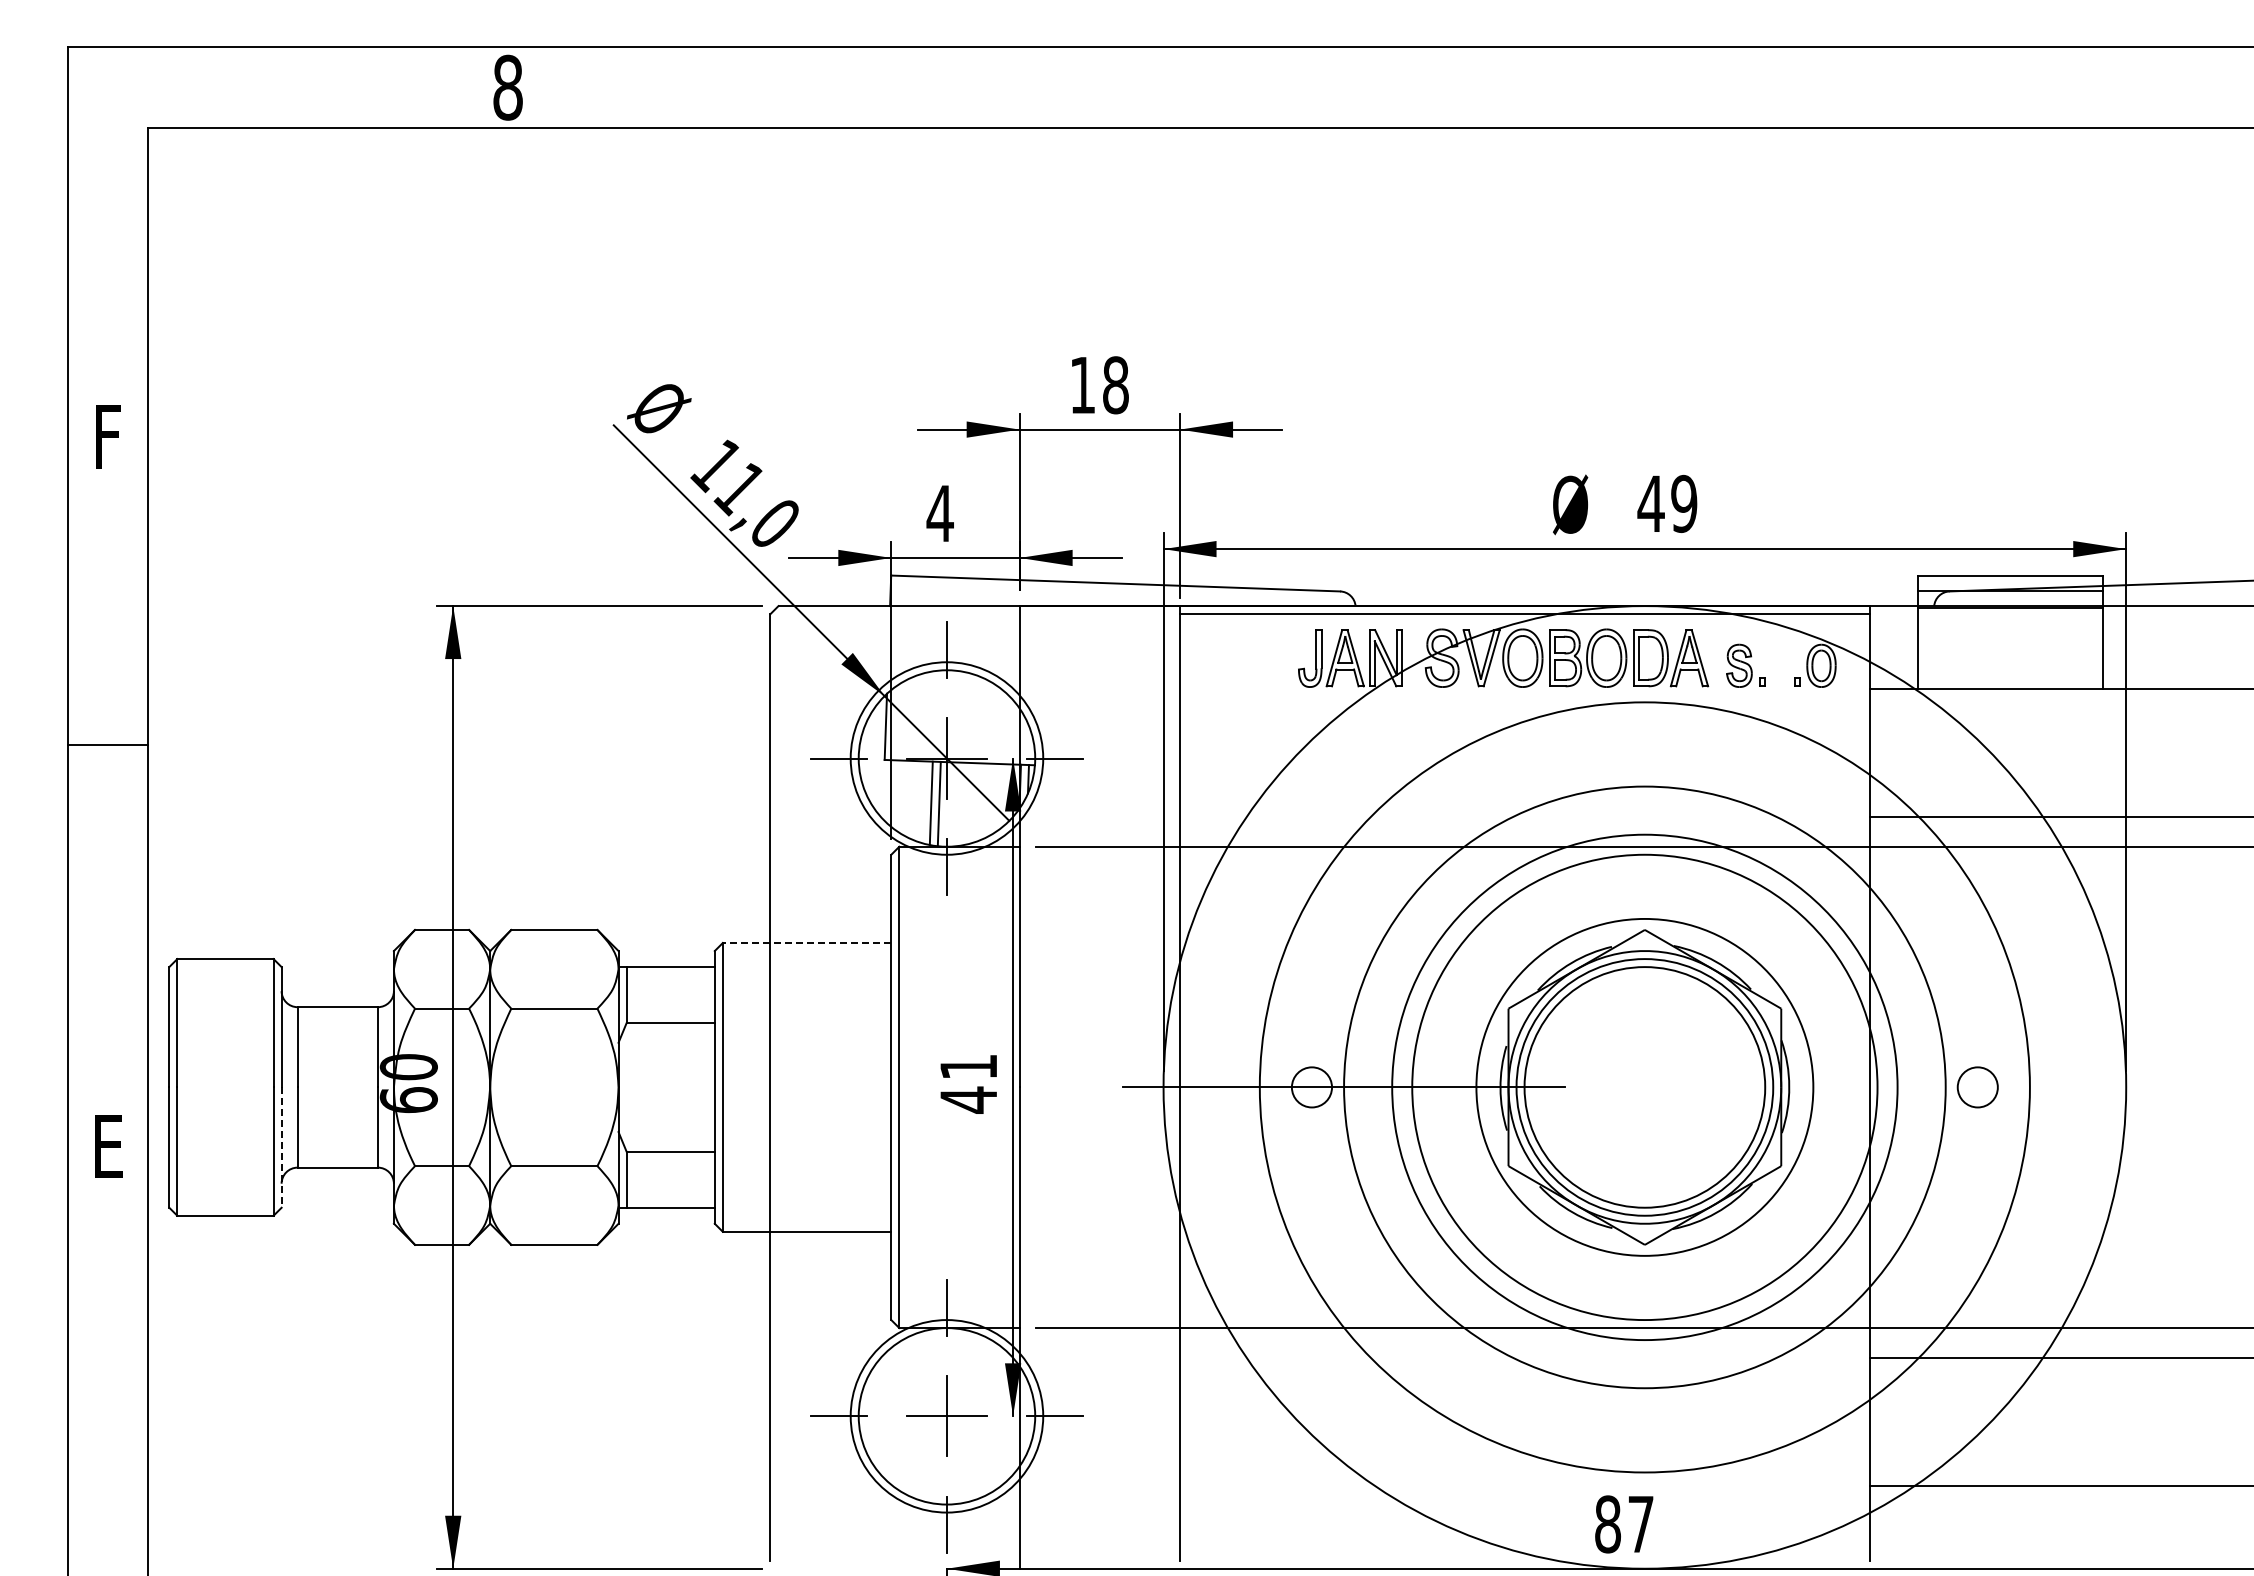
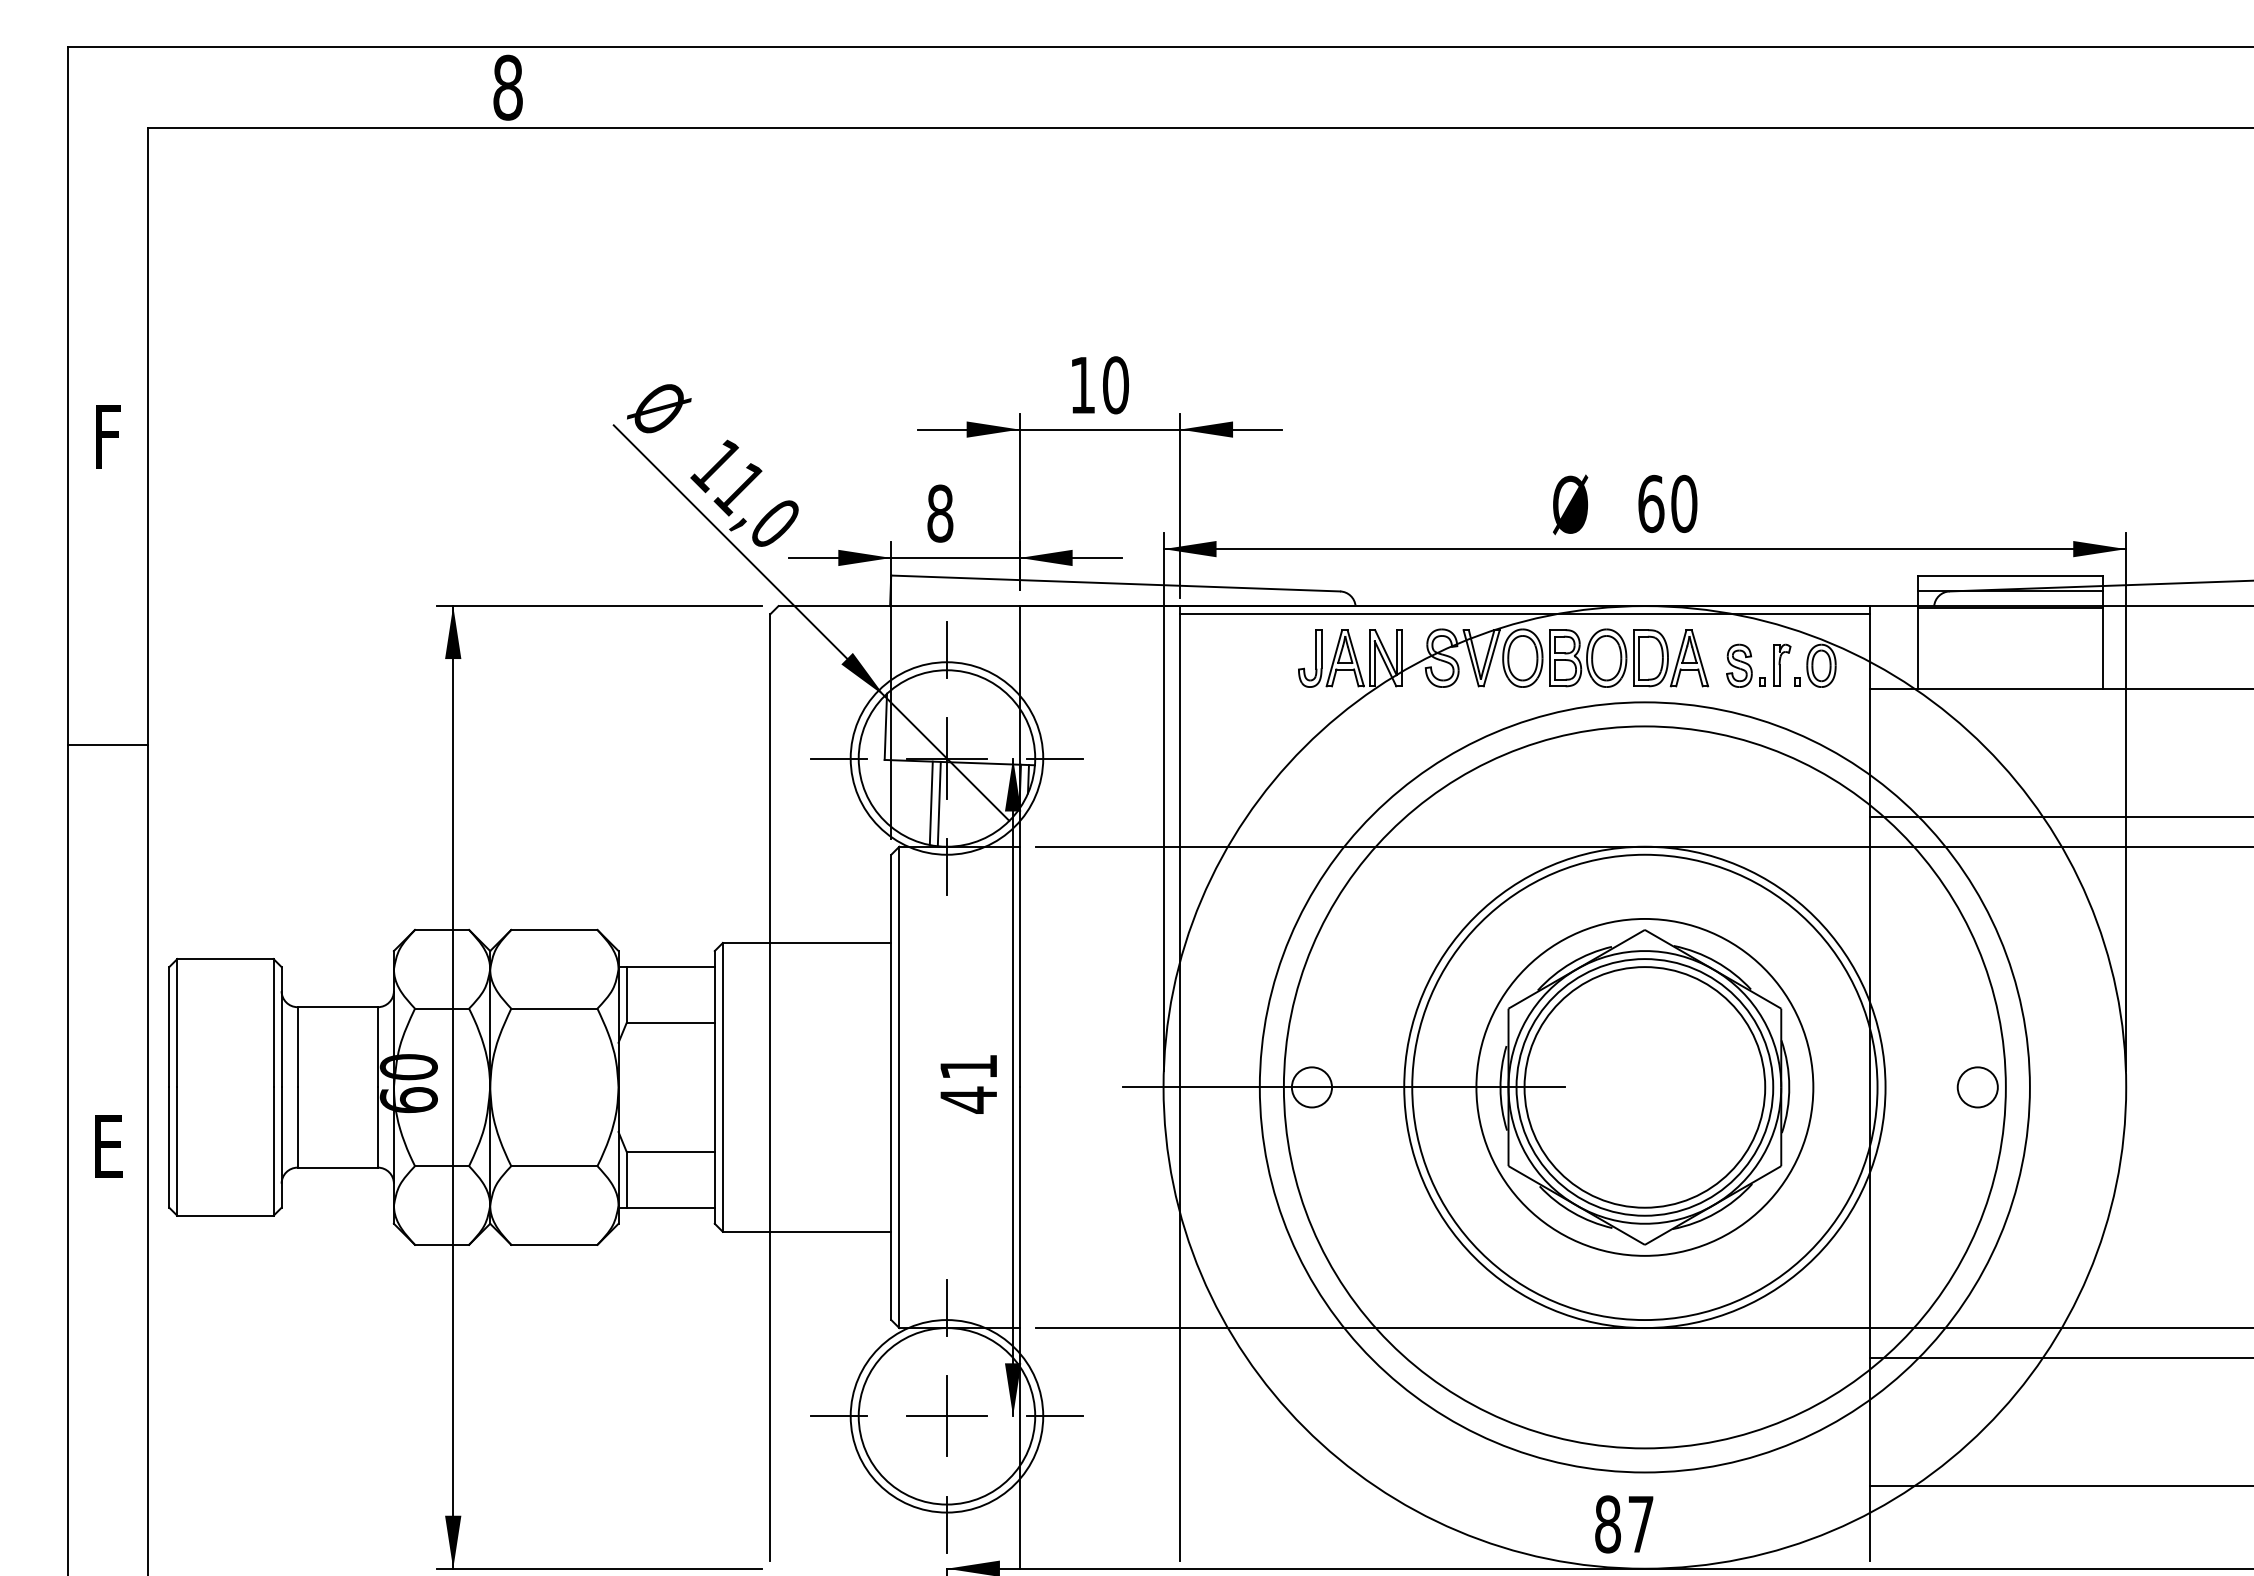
text at (1115, 385): 18 -> 10
text at (1667, 503): 49 -> 60
text at (939, 513): 4 -> 8
part at (1782, 664): none -> present
line at (806, 943): dashed -> solid
circle at (1644, 1087) diameter: 505 px -> 722 px
circle at (1644, 1087) diameter: 602 px -> 481 px
line at (281, 1148): dashed -> solid
